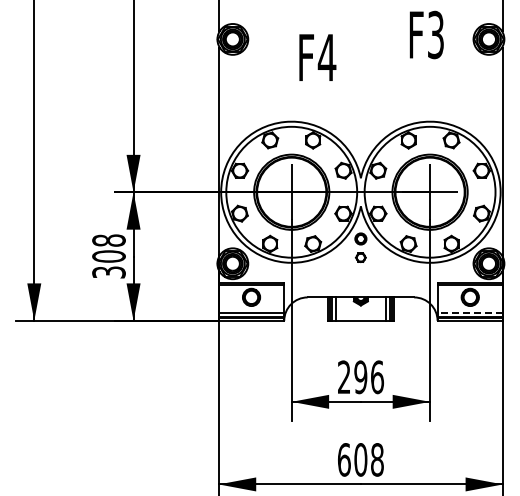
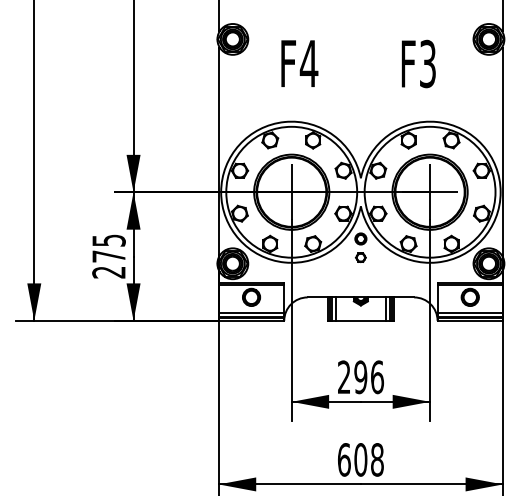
text at (426, 34) position: (426, 34) -> (418, 63)
text at (317, 57) position: (317, 57) -> (299, 63)
text at (108, 256): 308 -> 275
line at (470, 312): dashed -> solid
